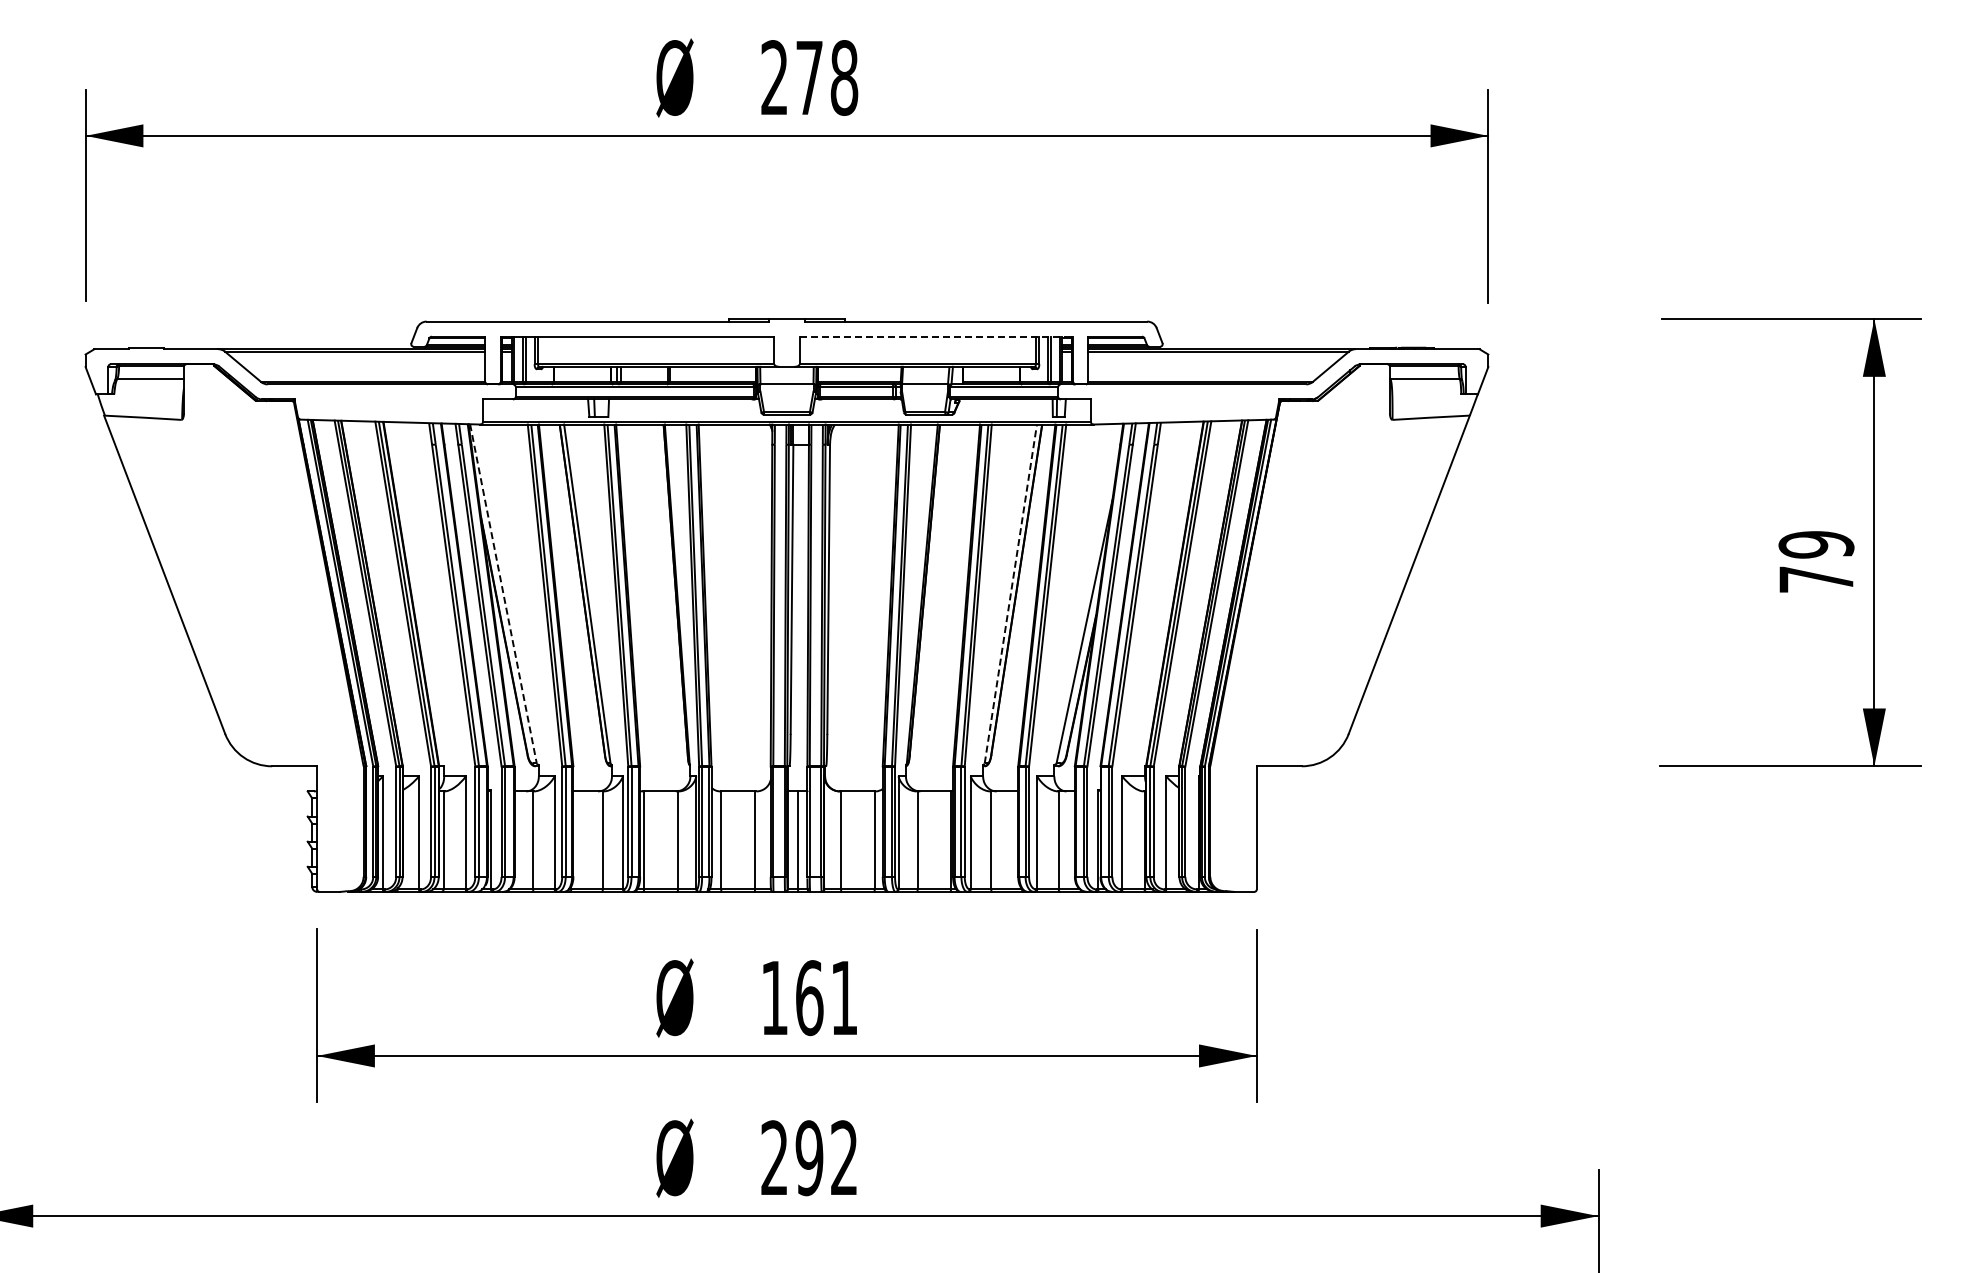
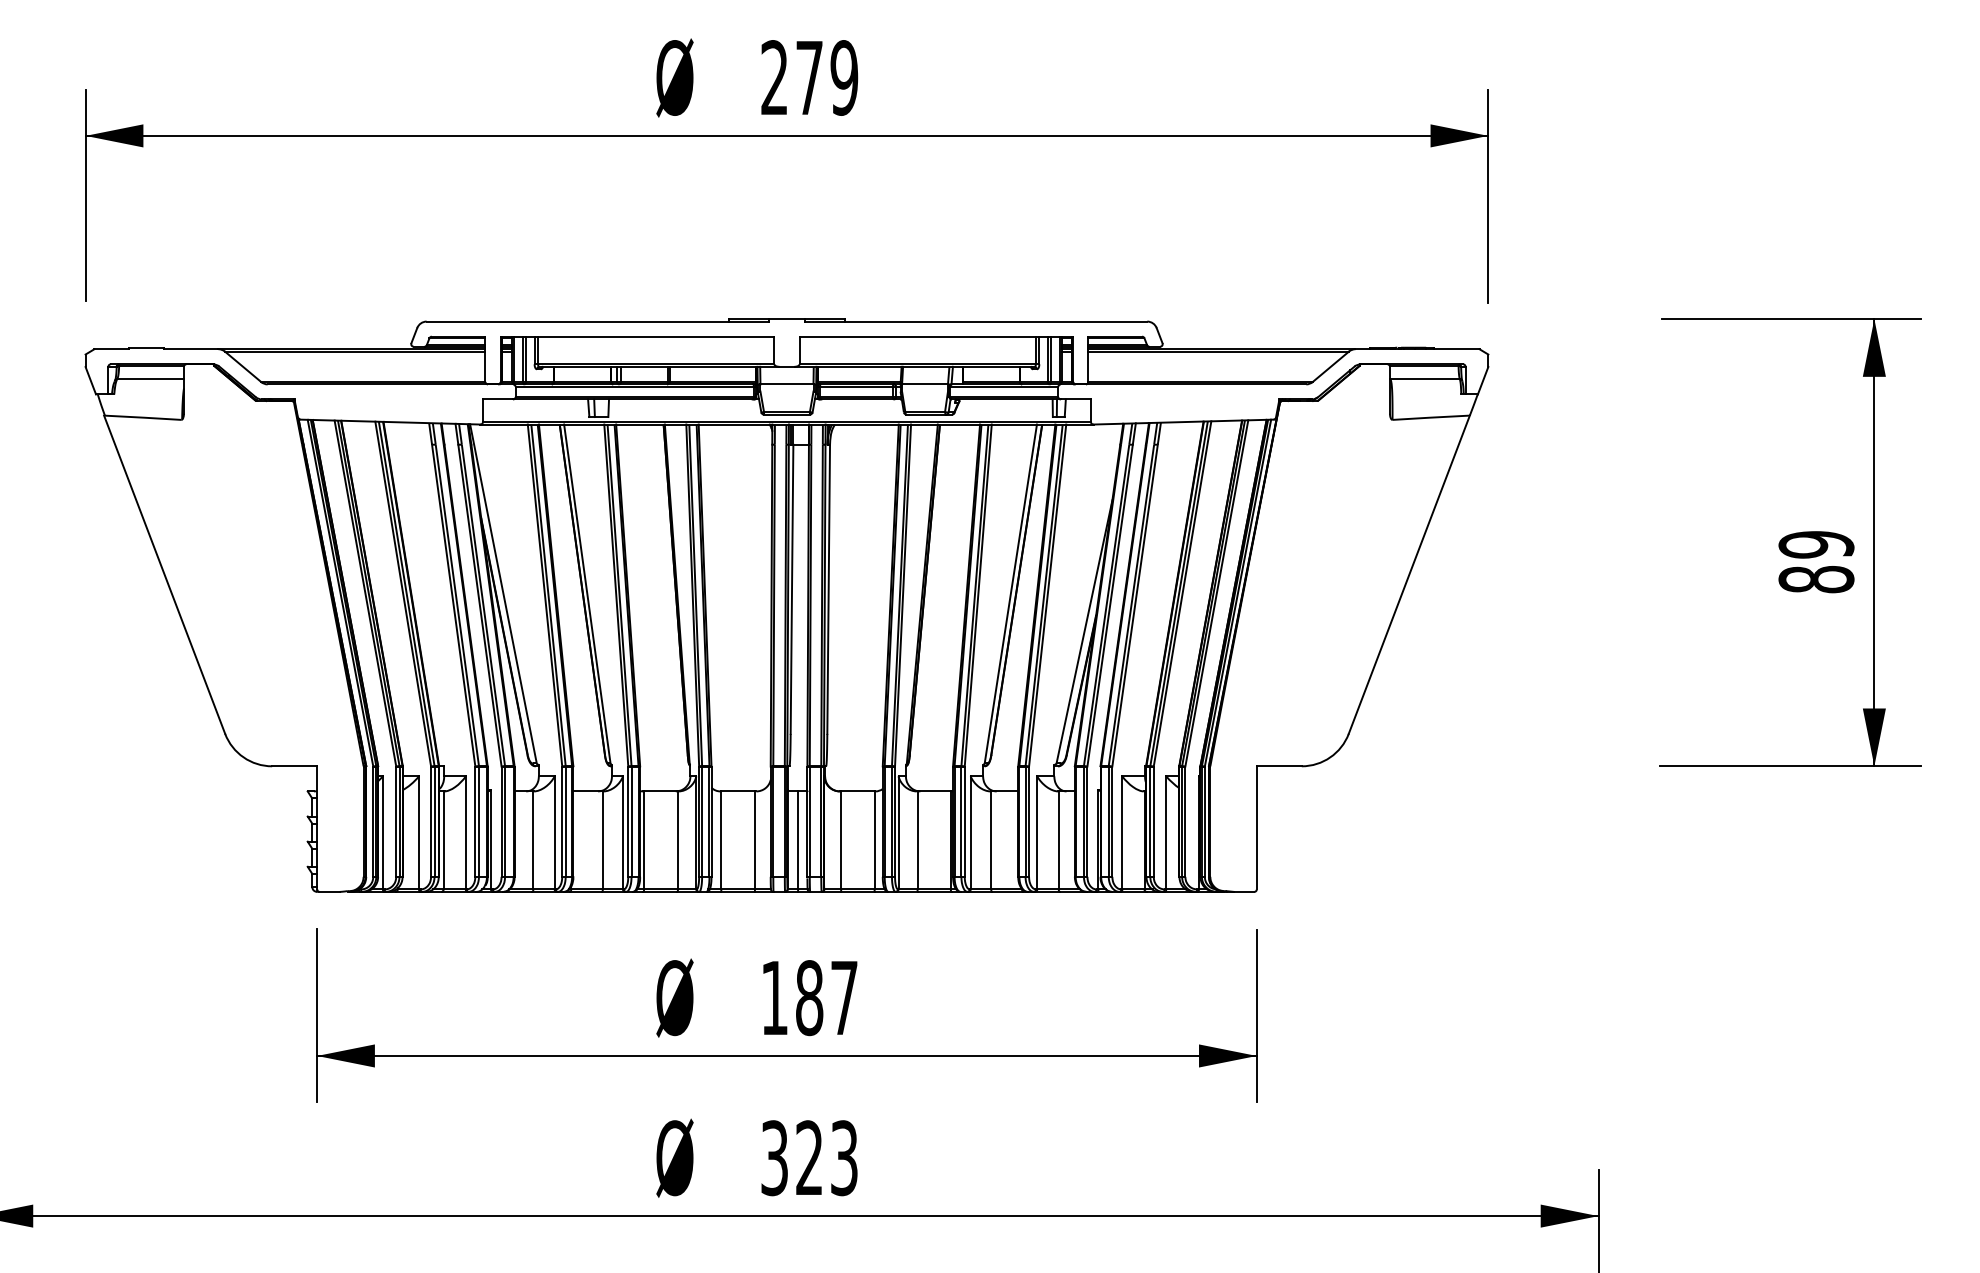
text at (844, 77): 278 -> 279
line at (936, 336): dashed -> solid
text at (1816, 579): 79 -> 89
line at (503, 593): dashed -> solid
line at (1010, 593): dashed -> solid
text at (826, 997): 161 -> 187
text at (809, 1158): 292 -> 323
